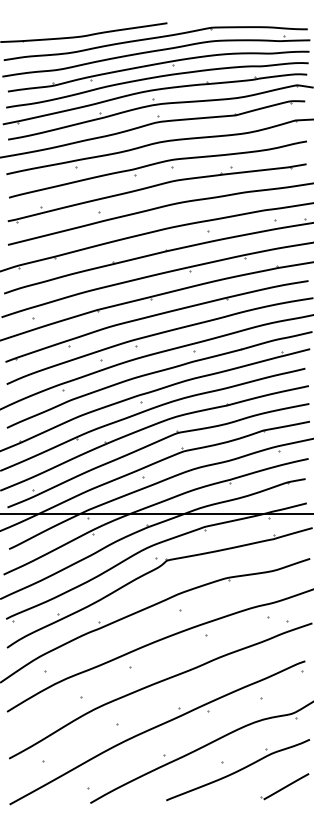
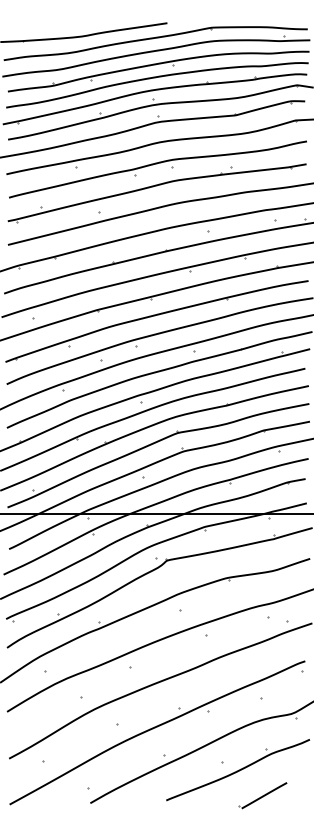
part at (284, 786) position: (284, 786) -> (262, 795)
